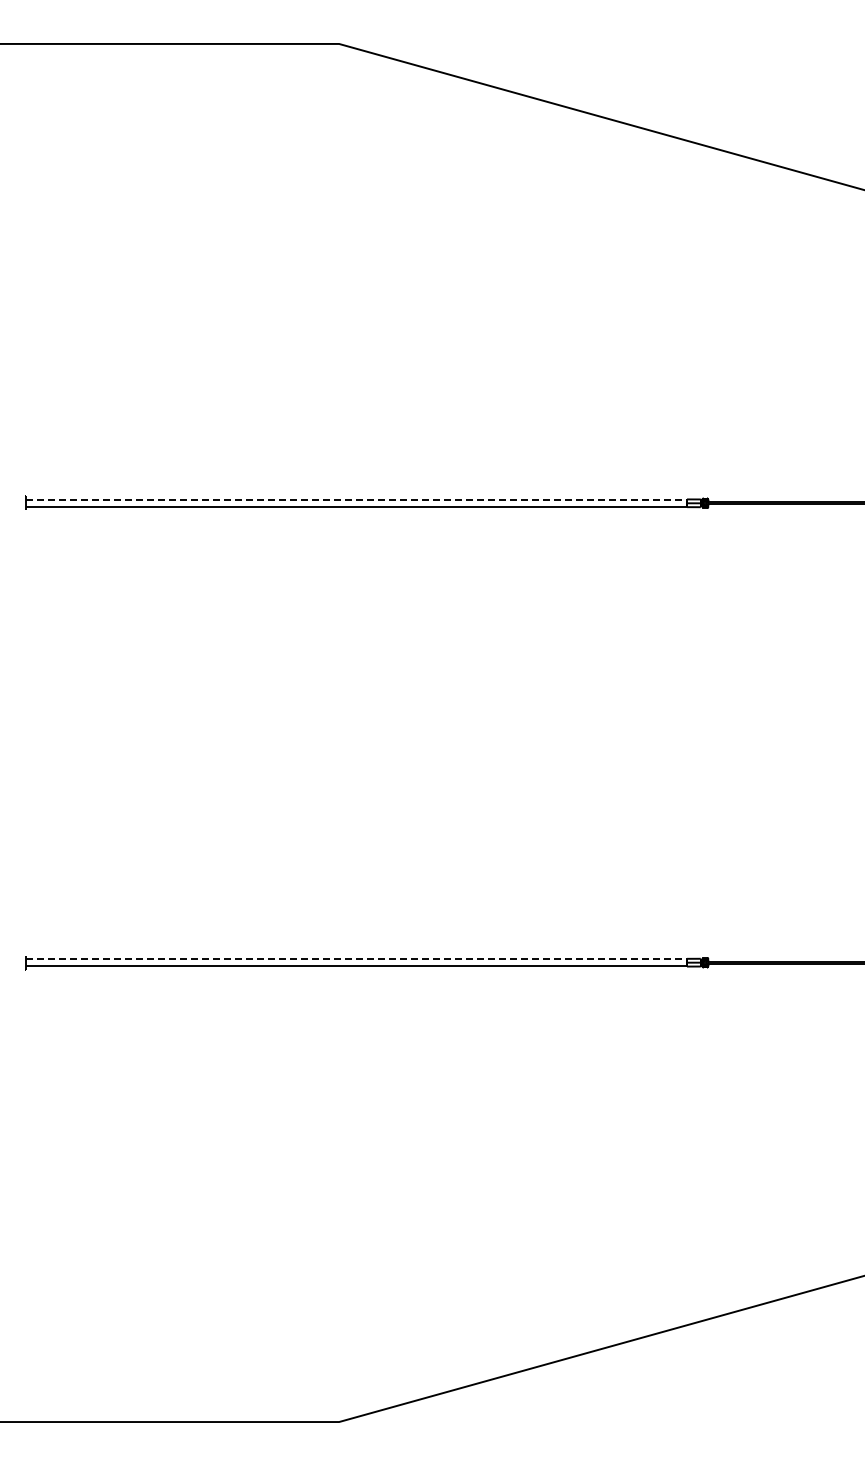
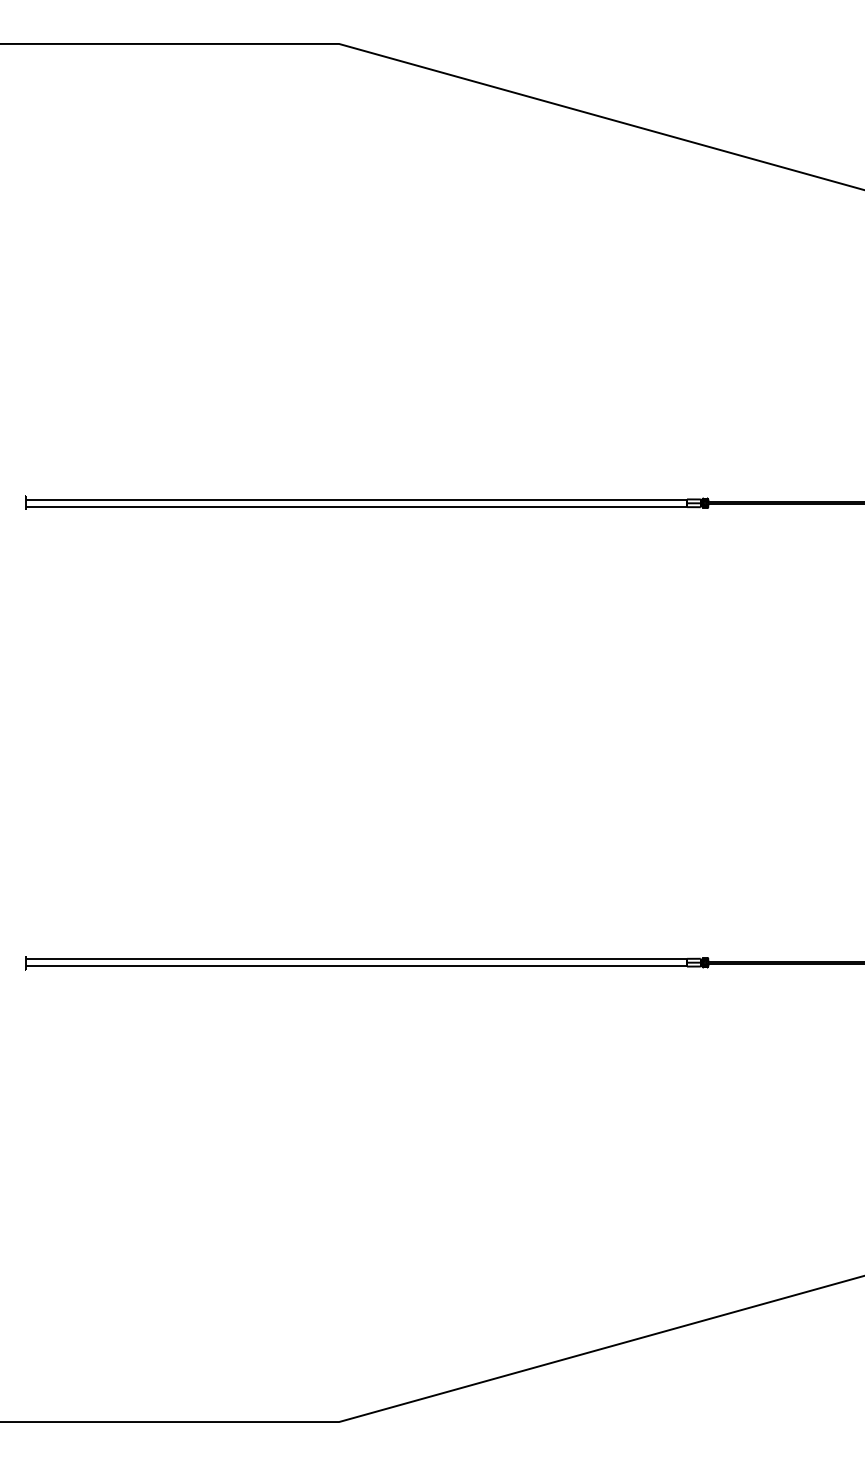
line at (356, 500): dashed -> solid
line at (356, 959): dashed -> solid
